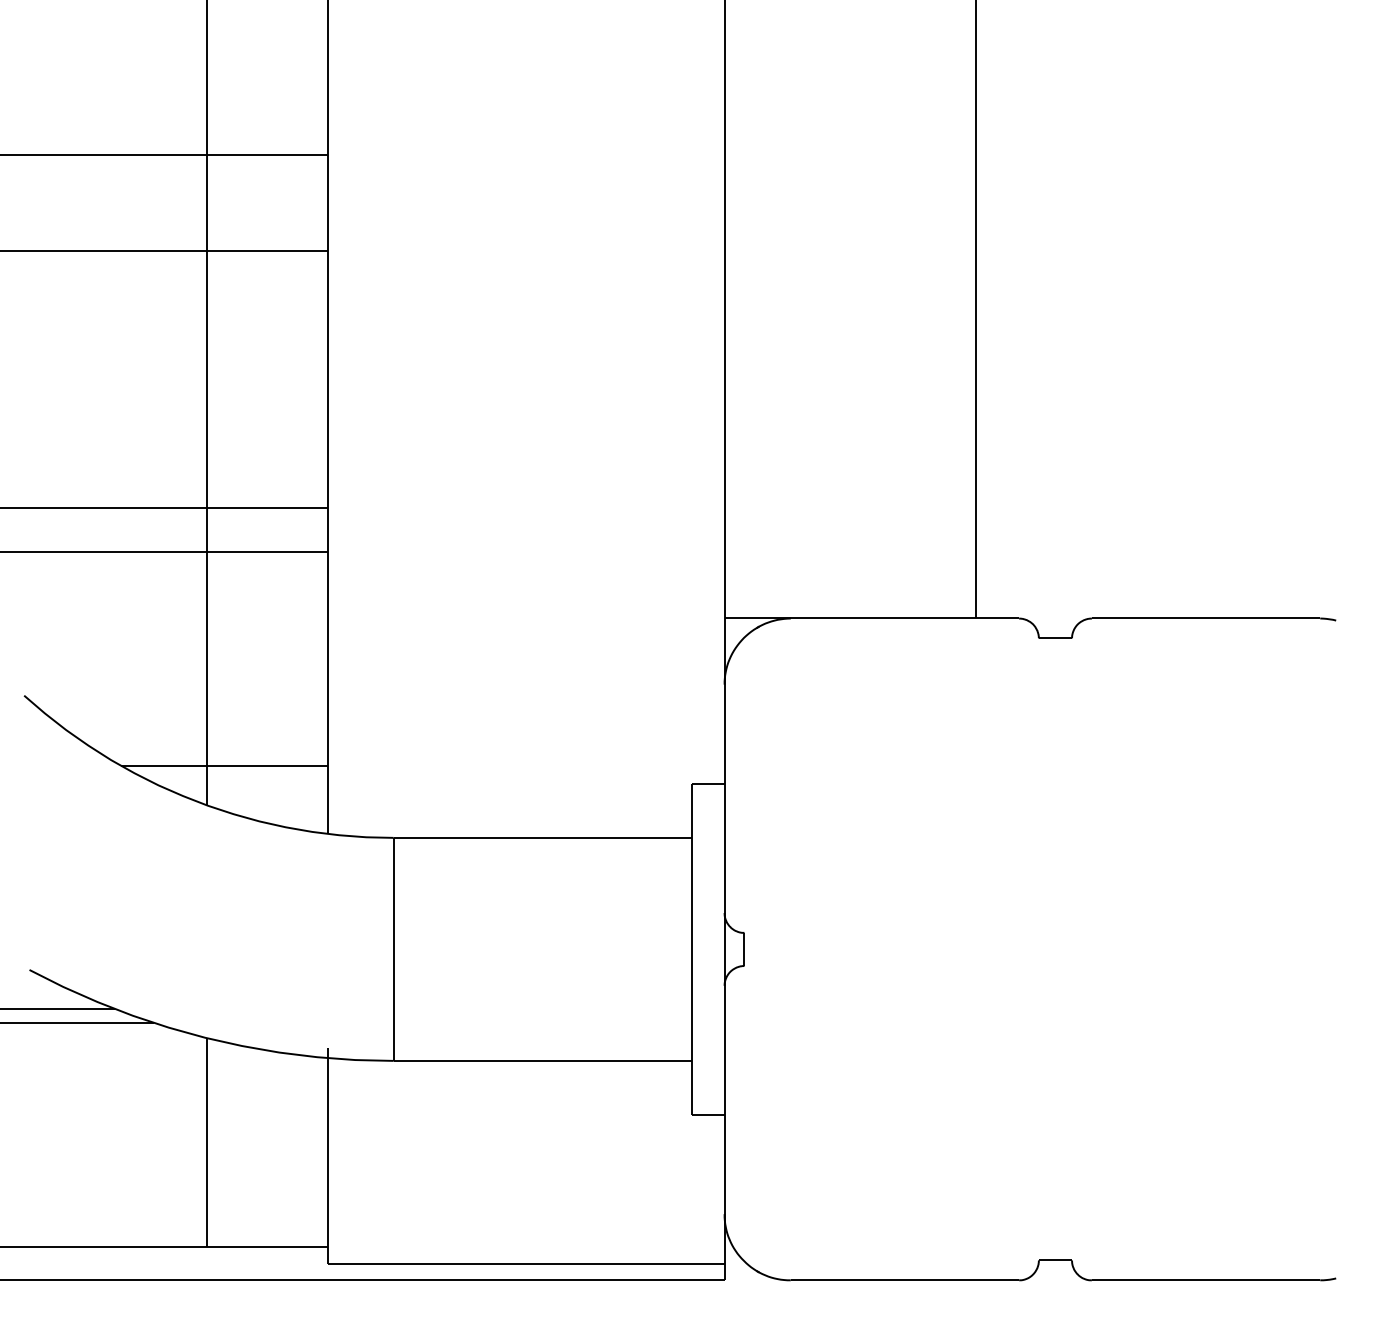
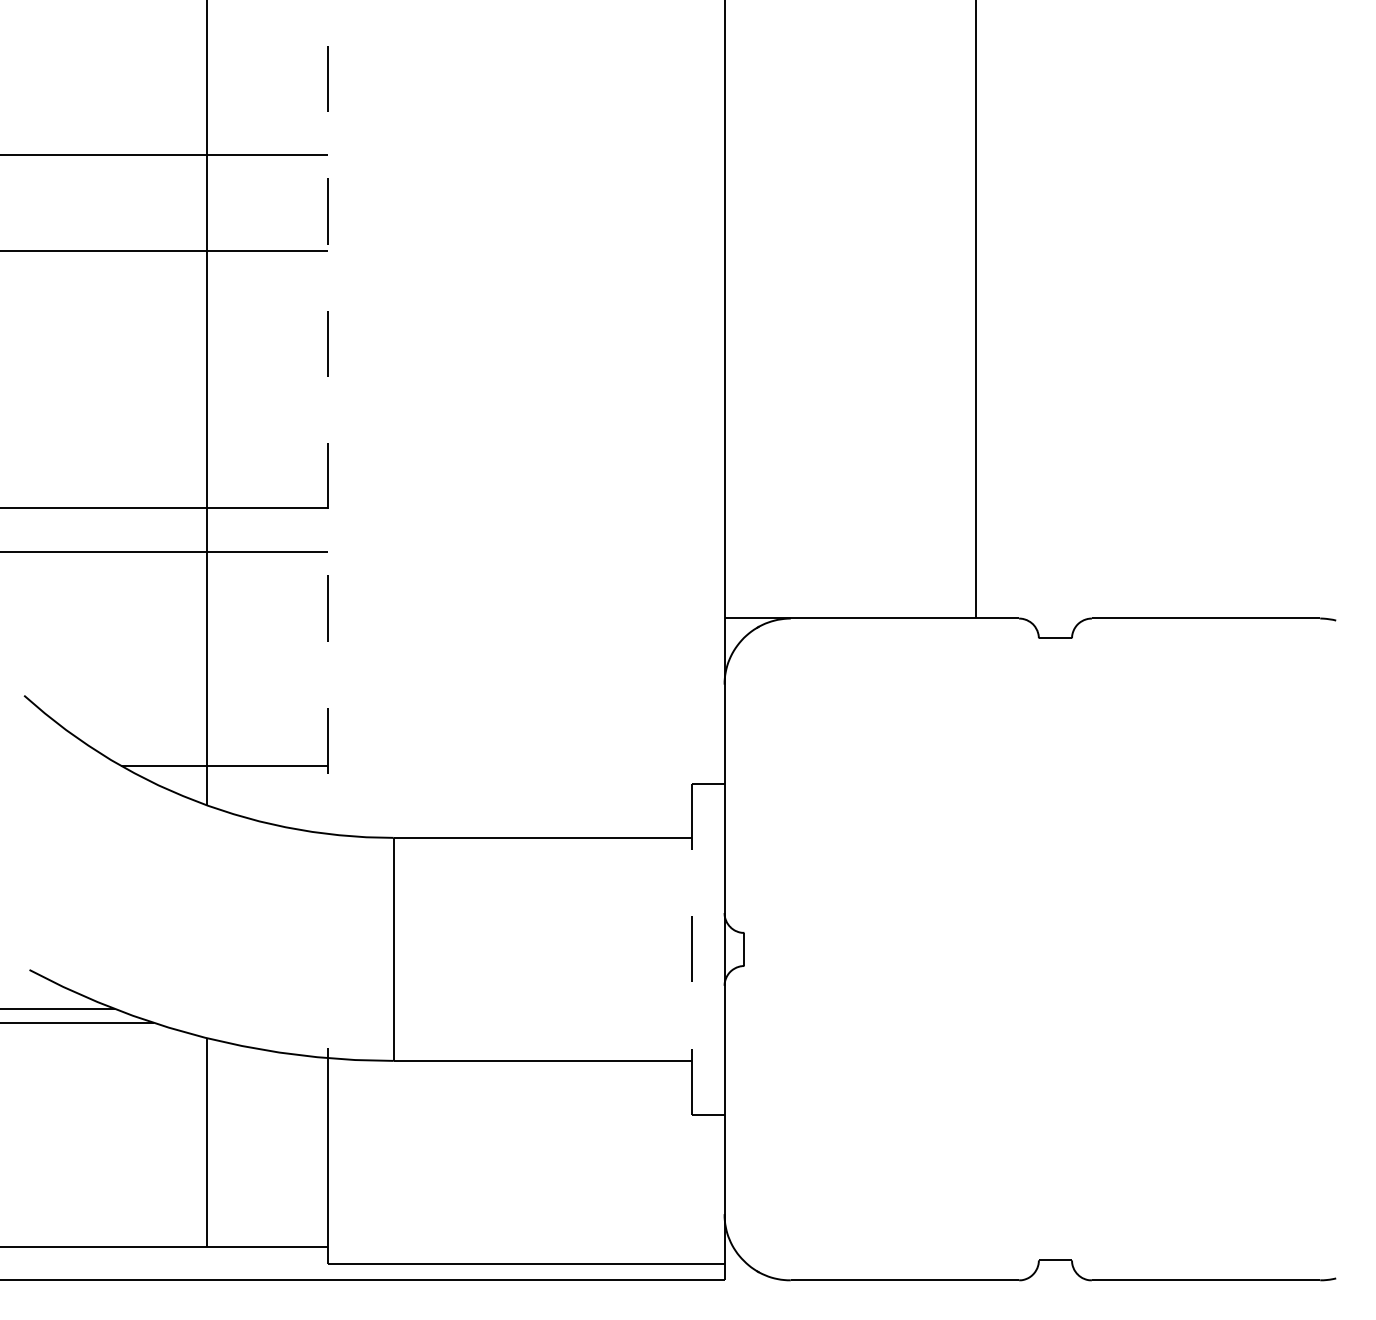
line at (327, 417): solid -> dashed
line at (691, 948): solid -> dashed
